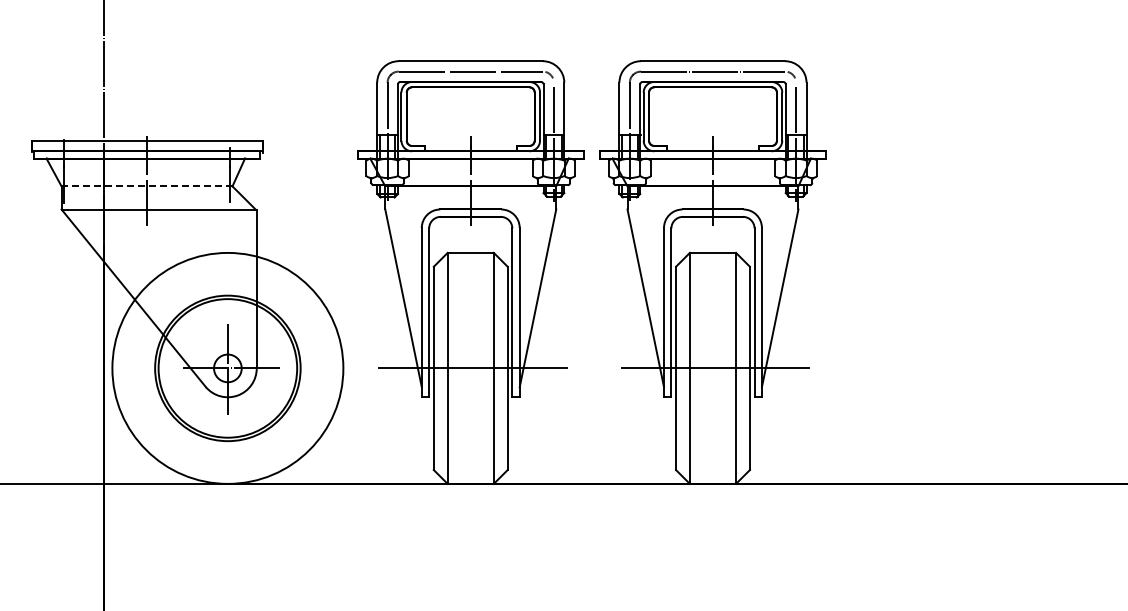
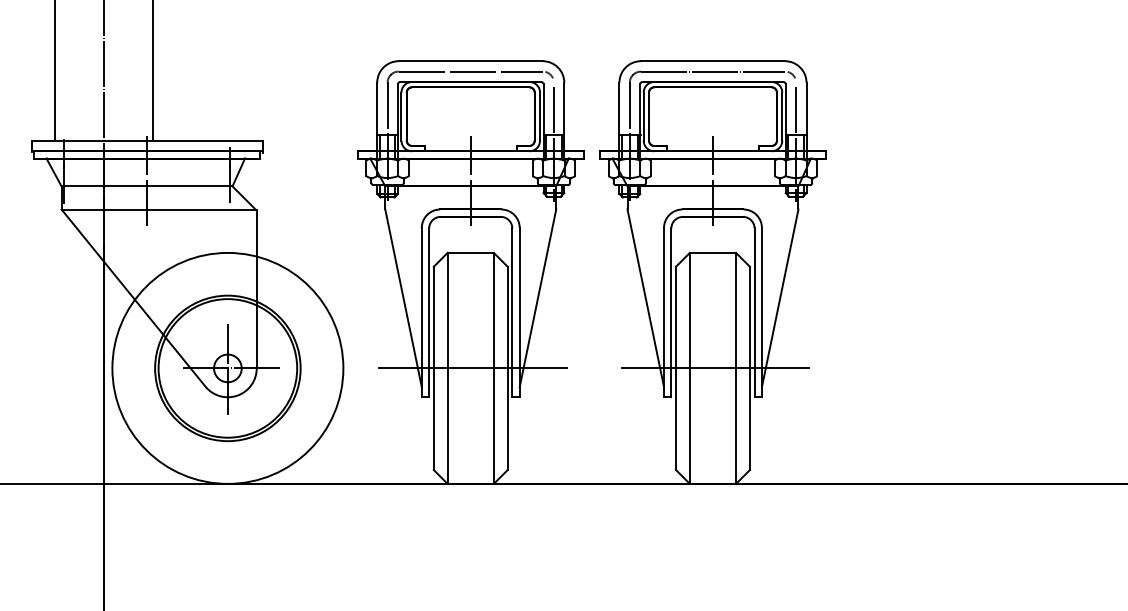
line at (54, 71): none -> present
line at (153, 71): none -> present
line at (146, 186): dashed -> solid
